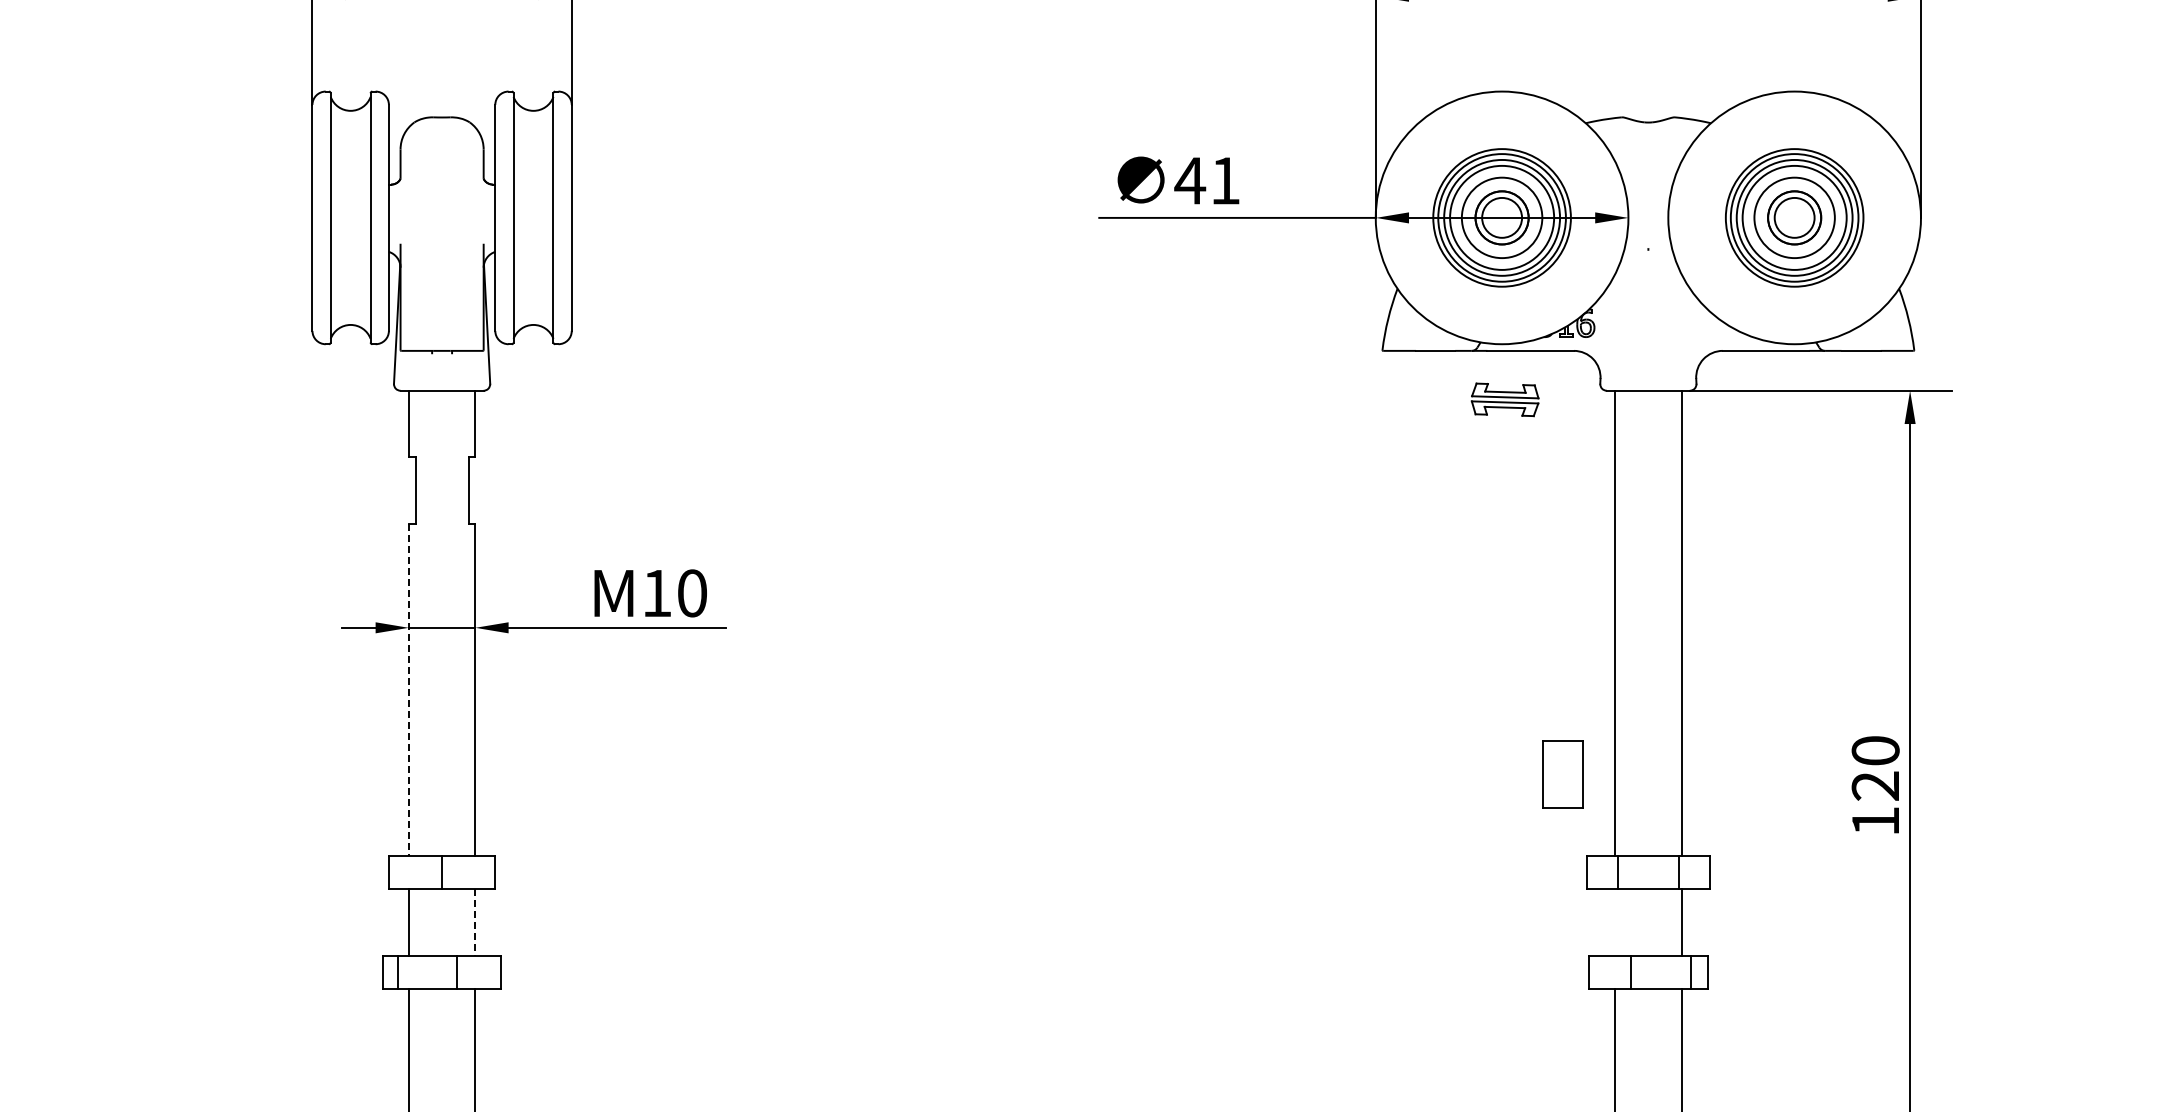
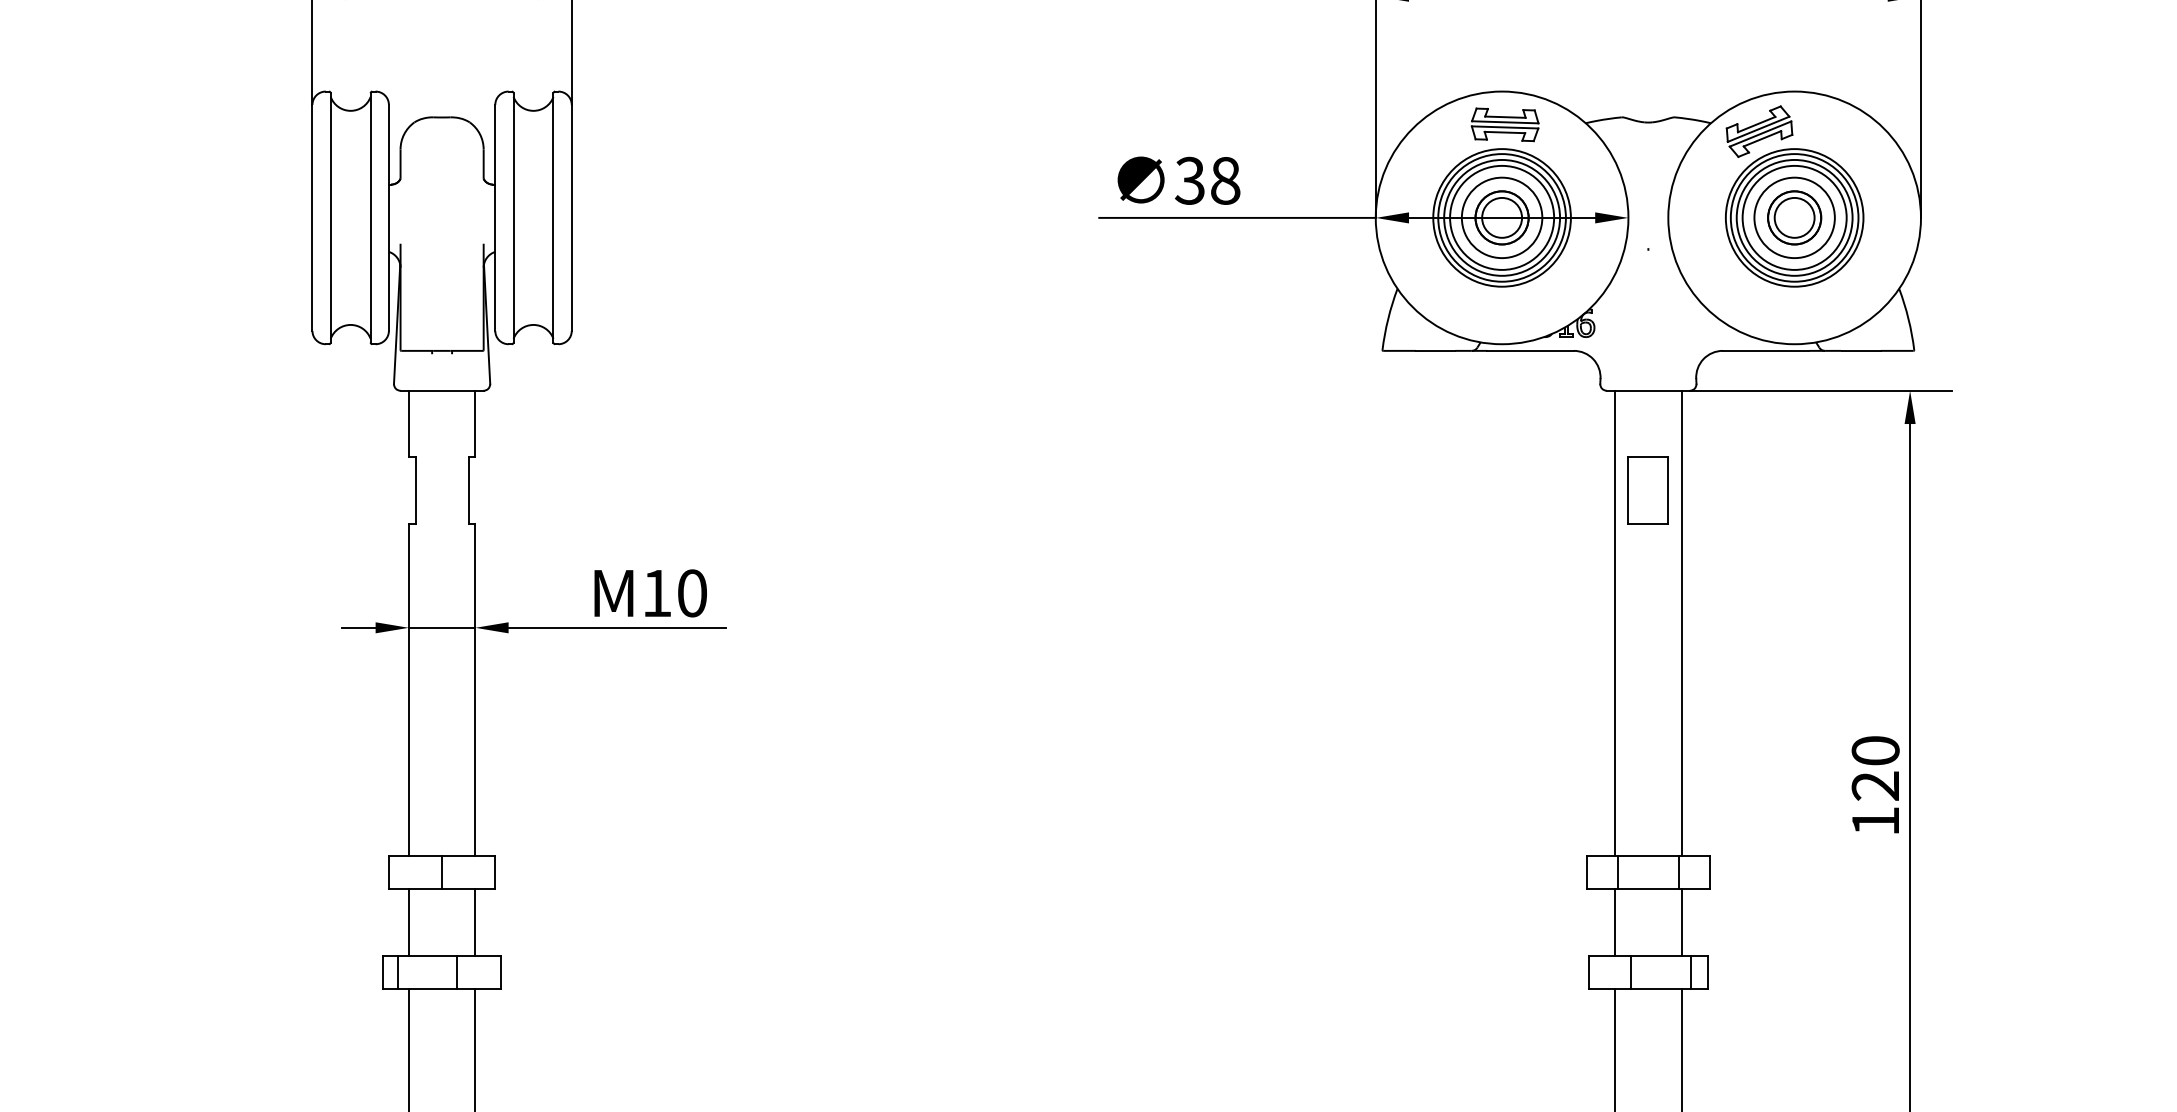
part at (1759, 131): none -> present
text at (1207, 180): 41 -> 38
part at (1504, 399) position: (1504, 399) -> (1504, 124)
line at (408, 690): dashed -> solid
part at (1562, 774) position: (1562, 774) -> (1647, 490)
line at (1615, 922): none -> present
line at (475, 923): dashed -> solid
